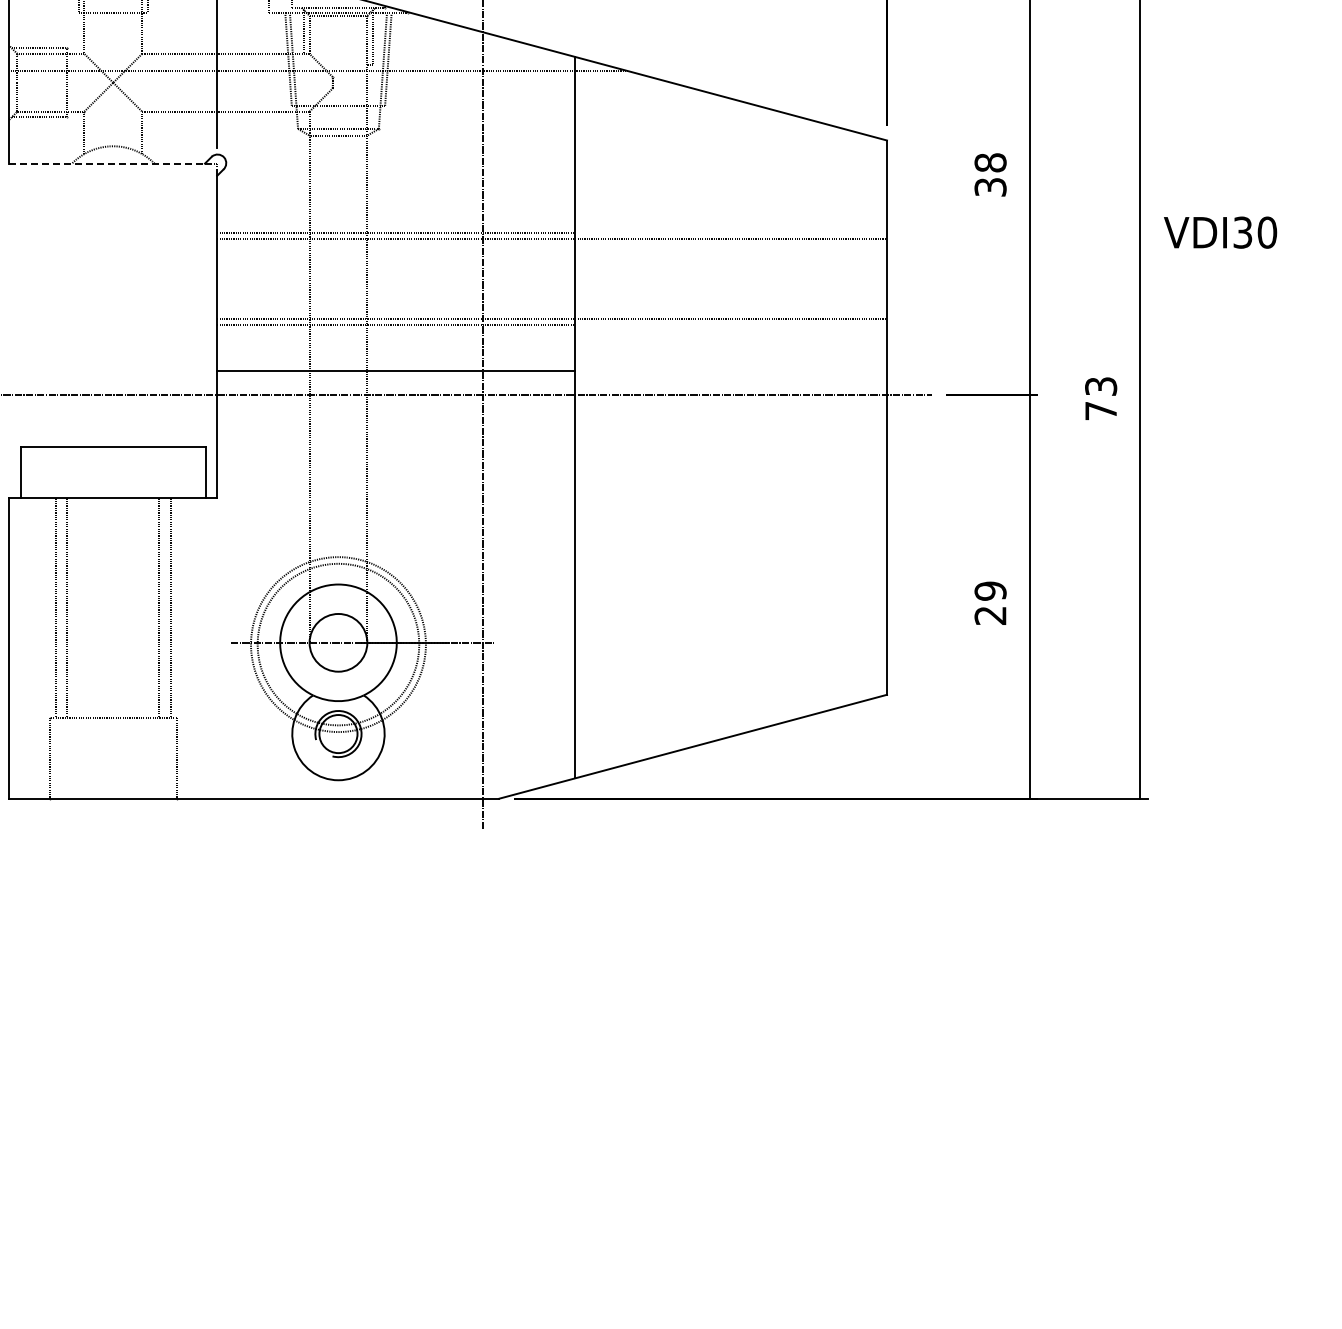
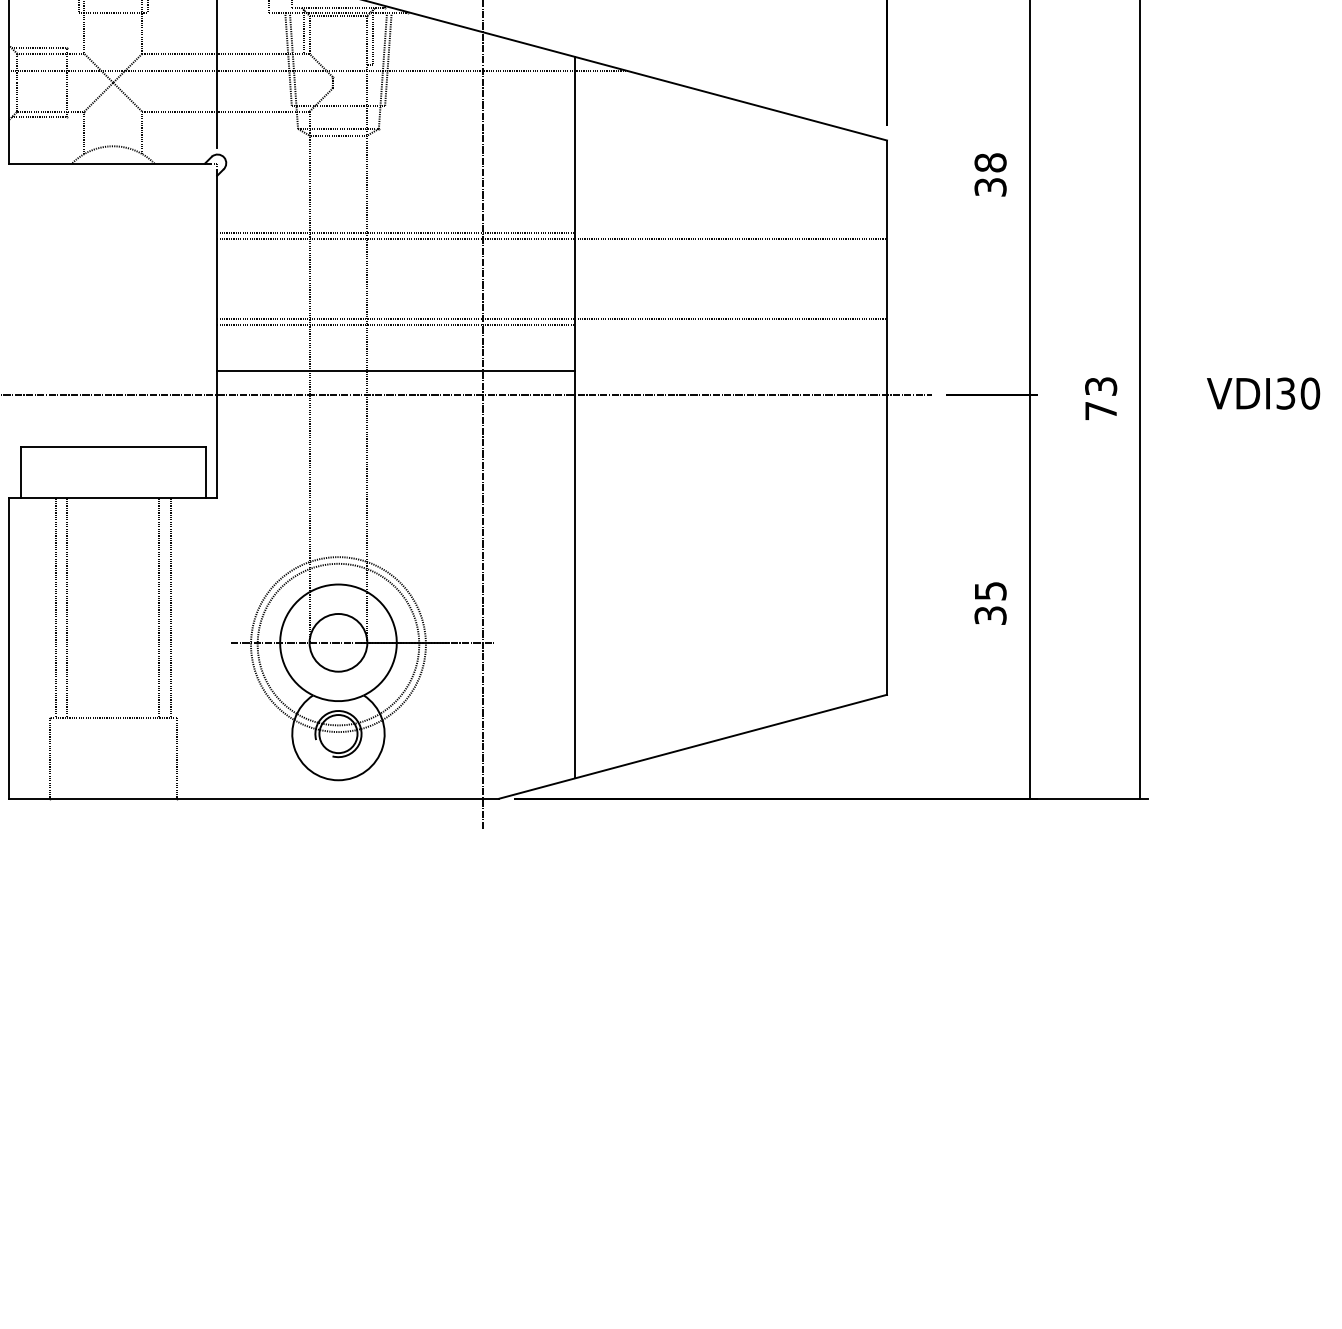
line at (107, 163): dashed -> solid
text at (1220, 232) position: (1220, 232) -> (1263, 393)
text at (990, 602): 29 -> 35
